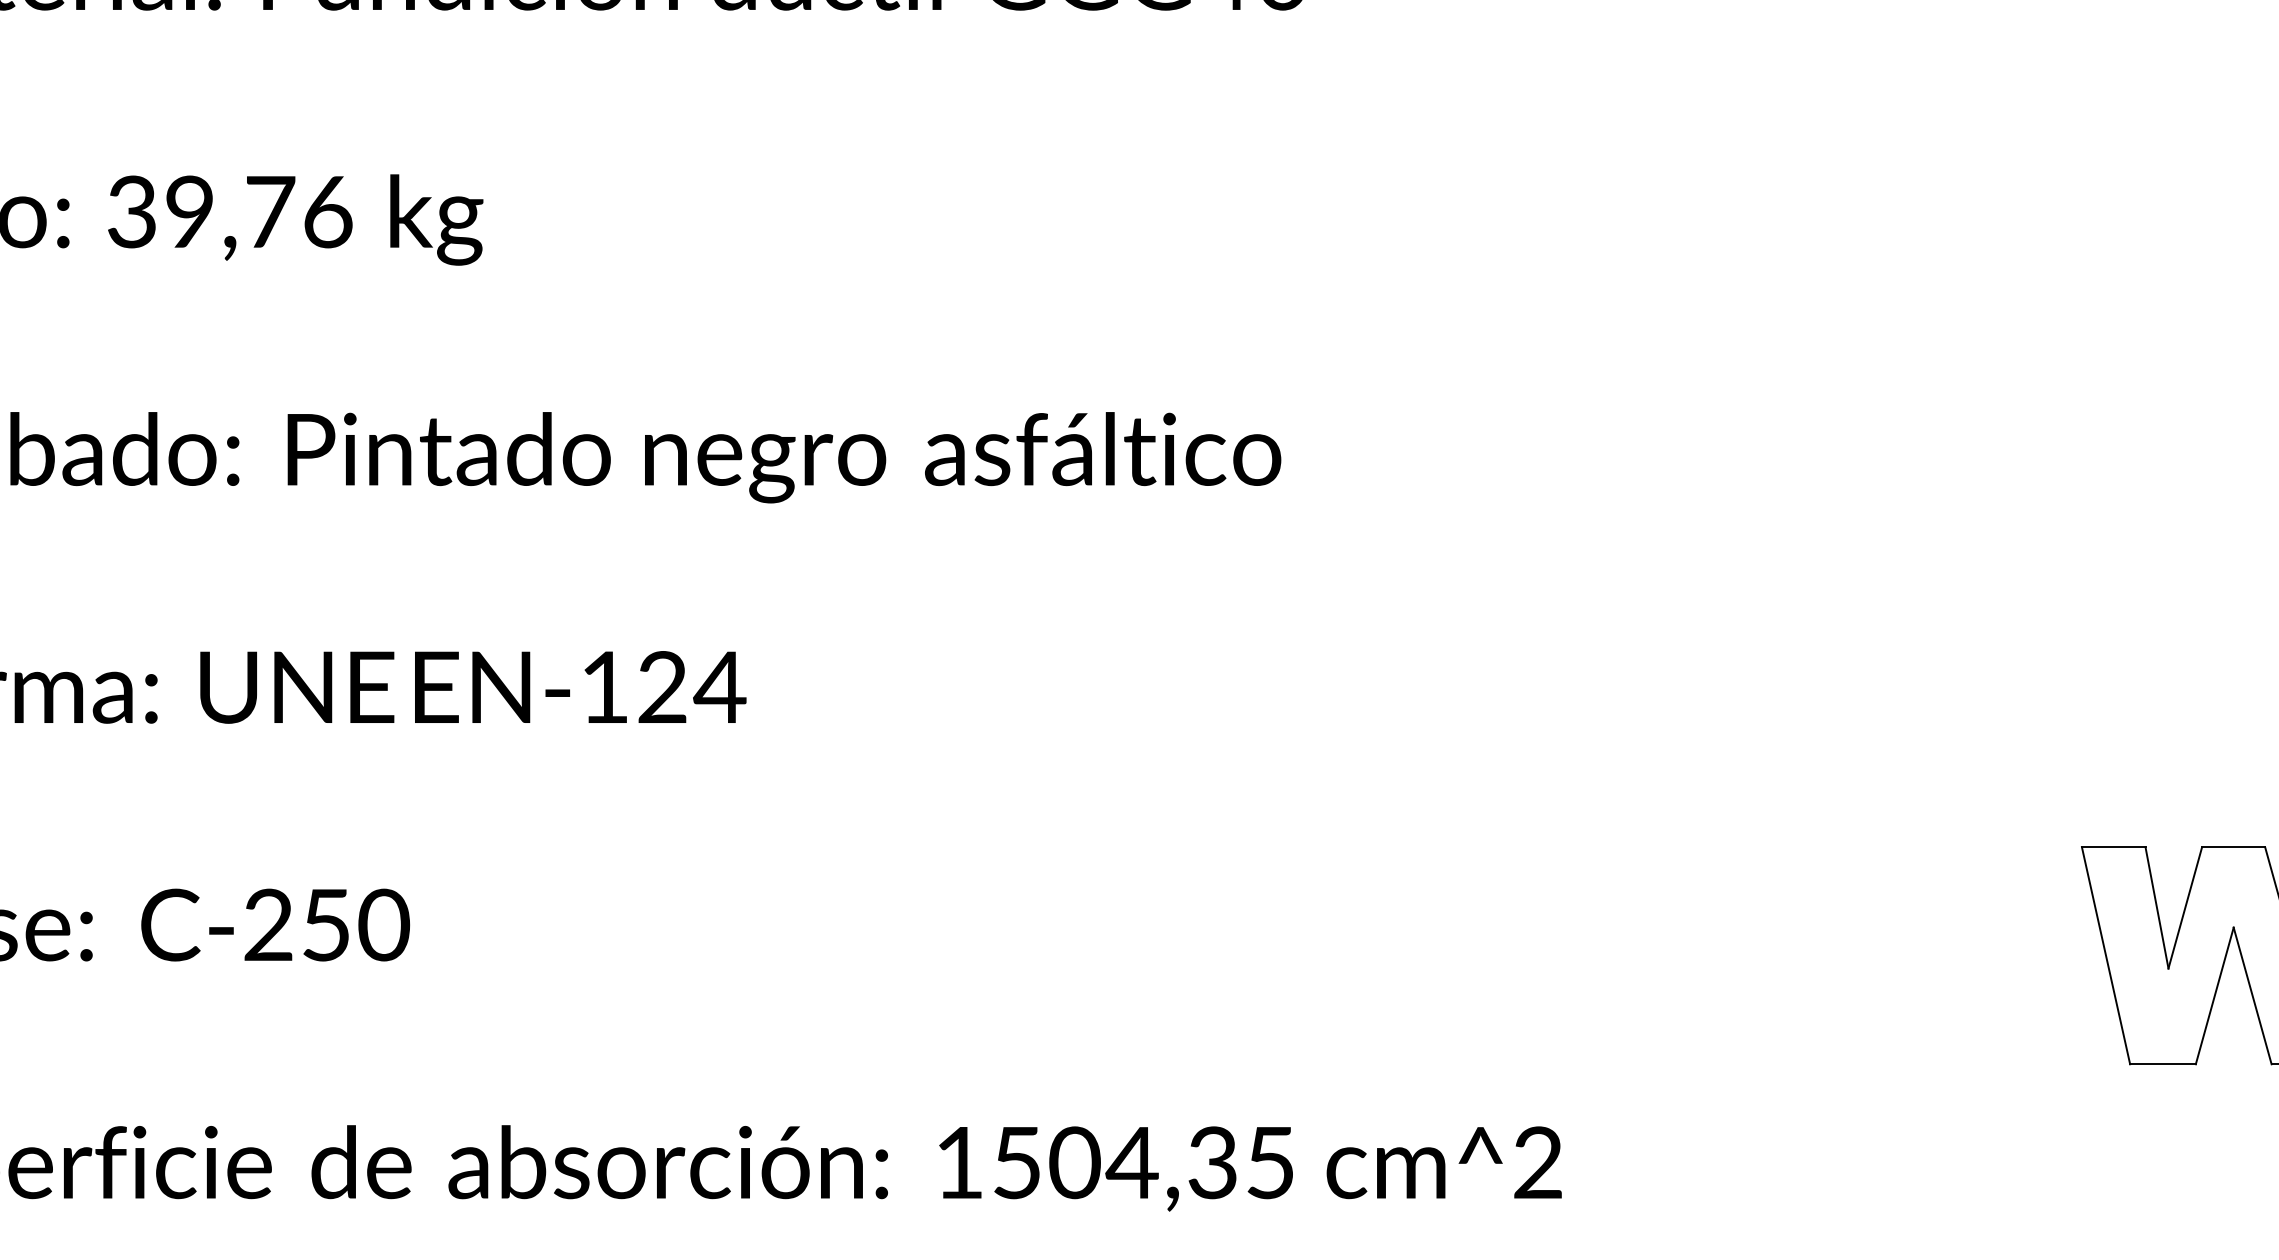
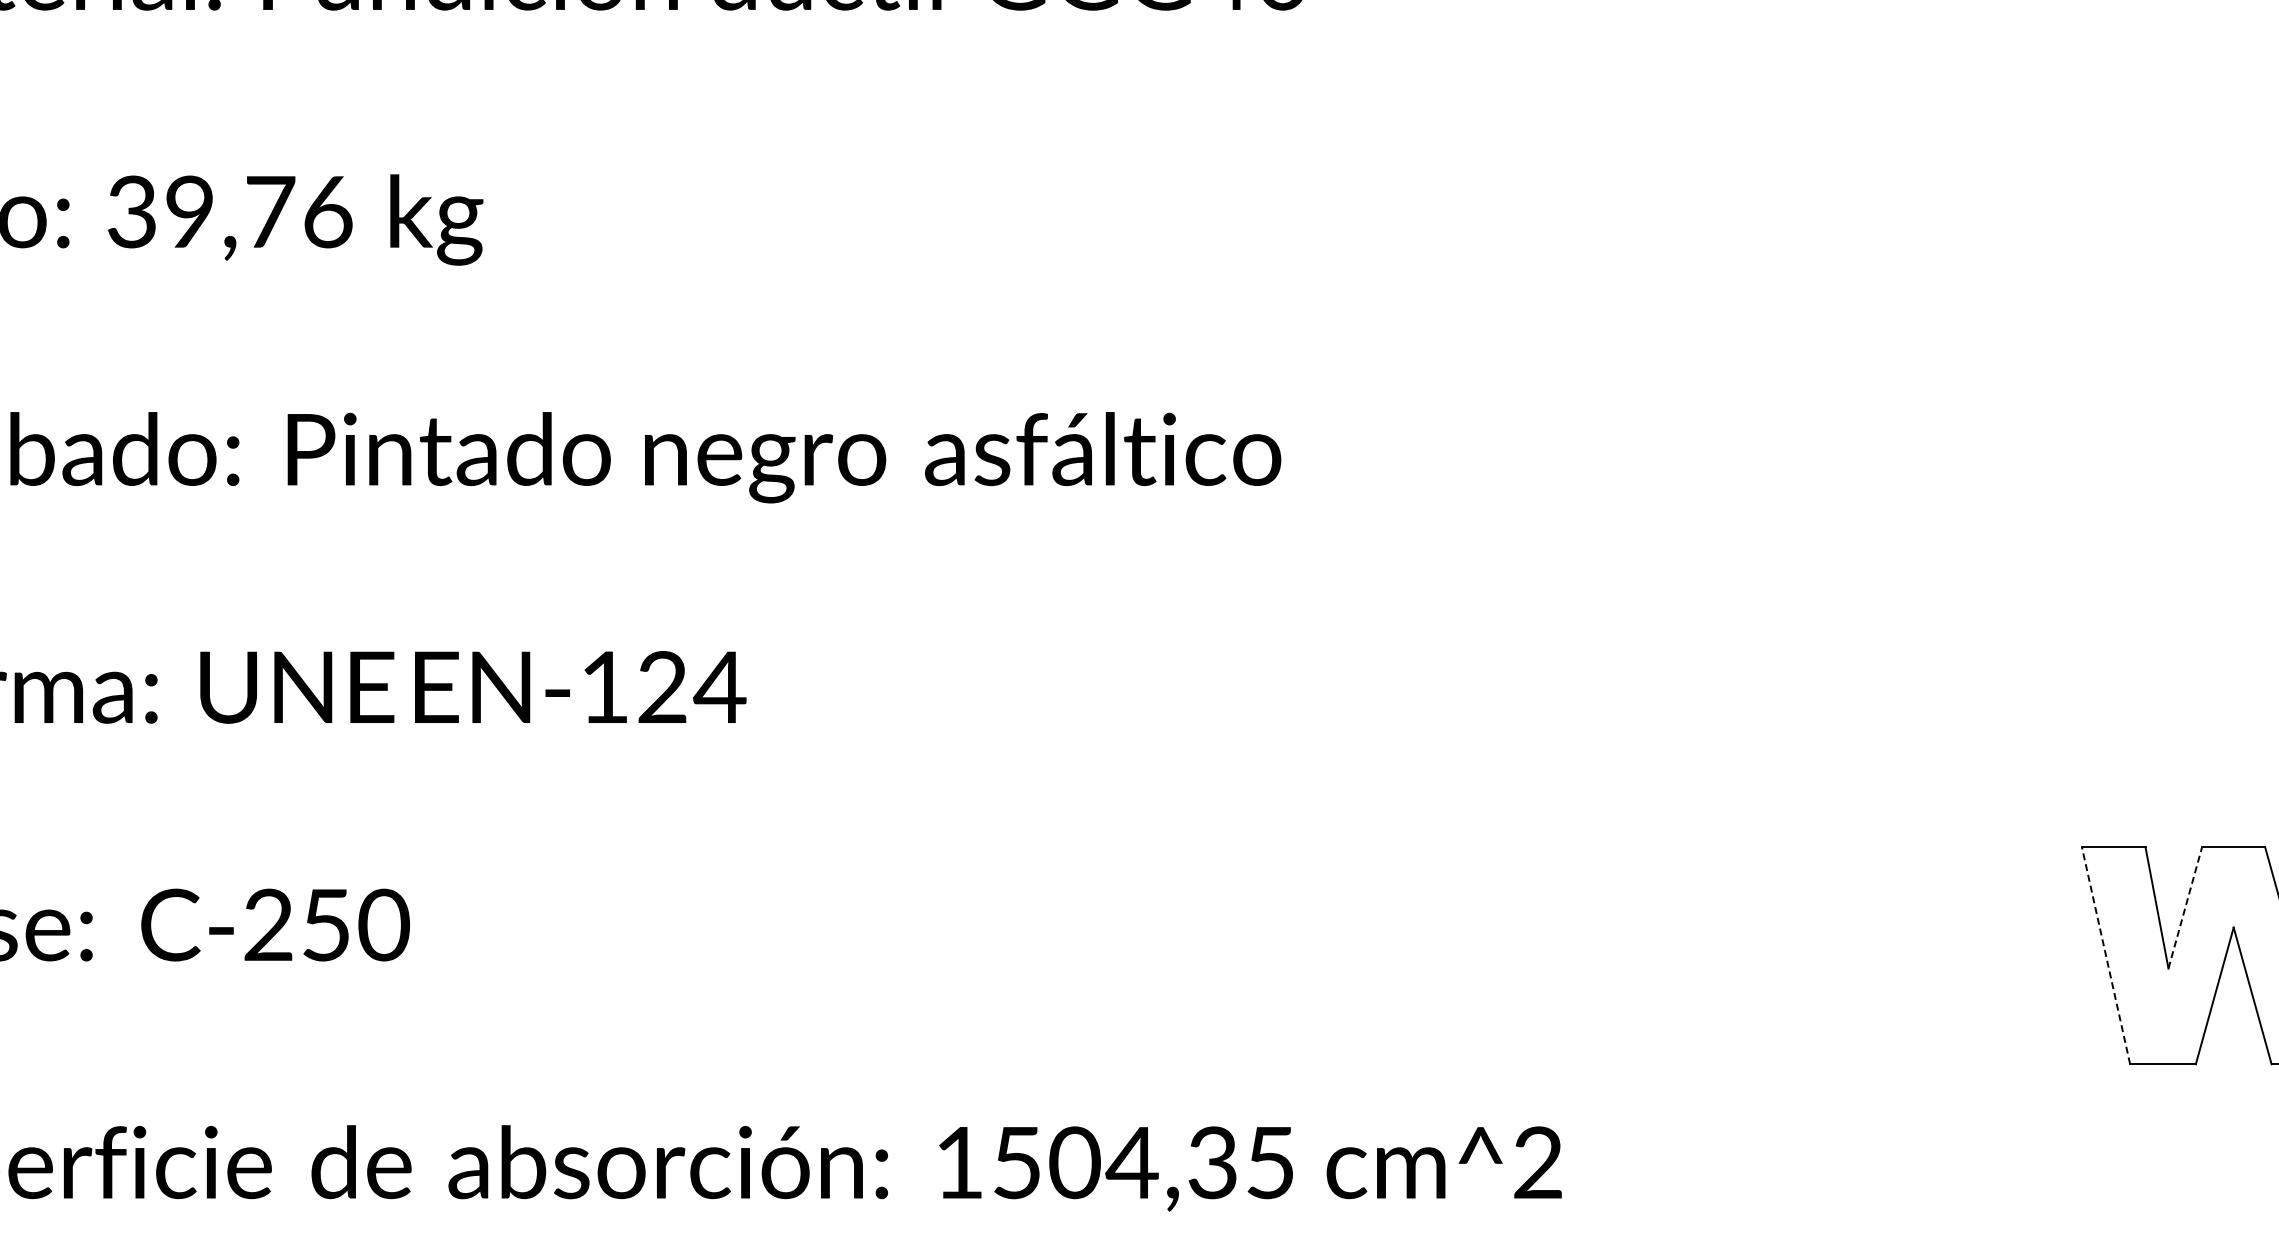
line at (2185, 907): solid -> dashed
line at (2105, 955): solid -> dashed
